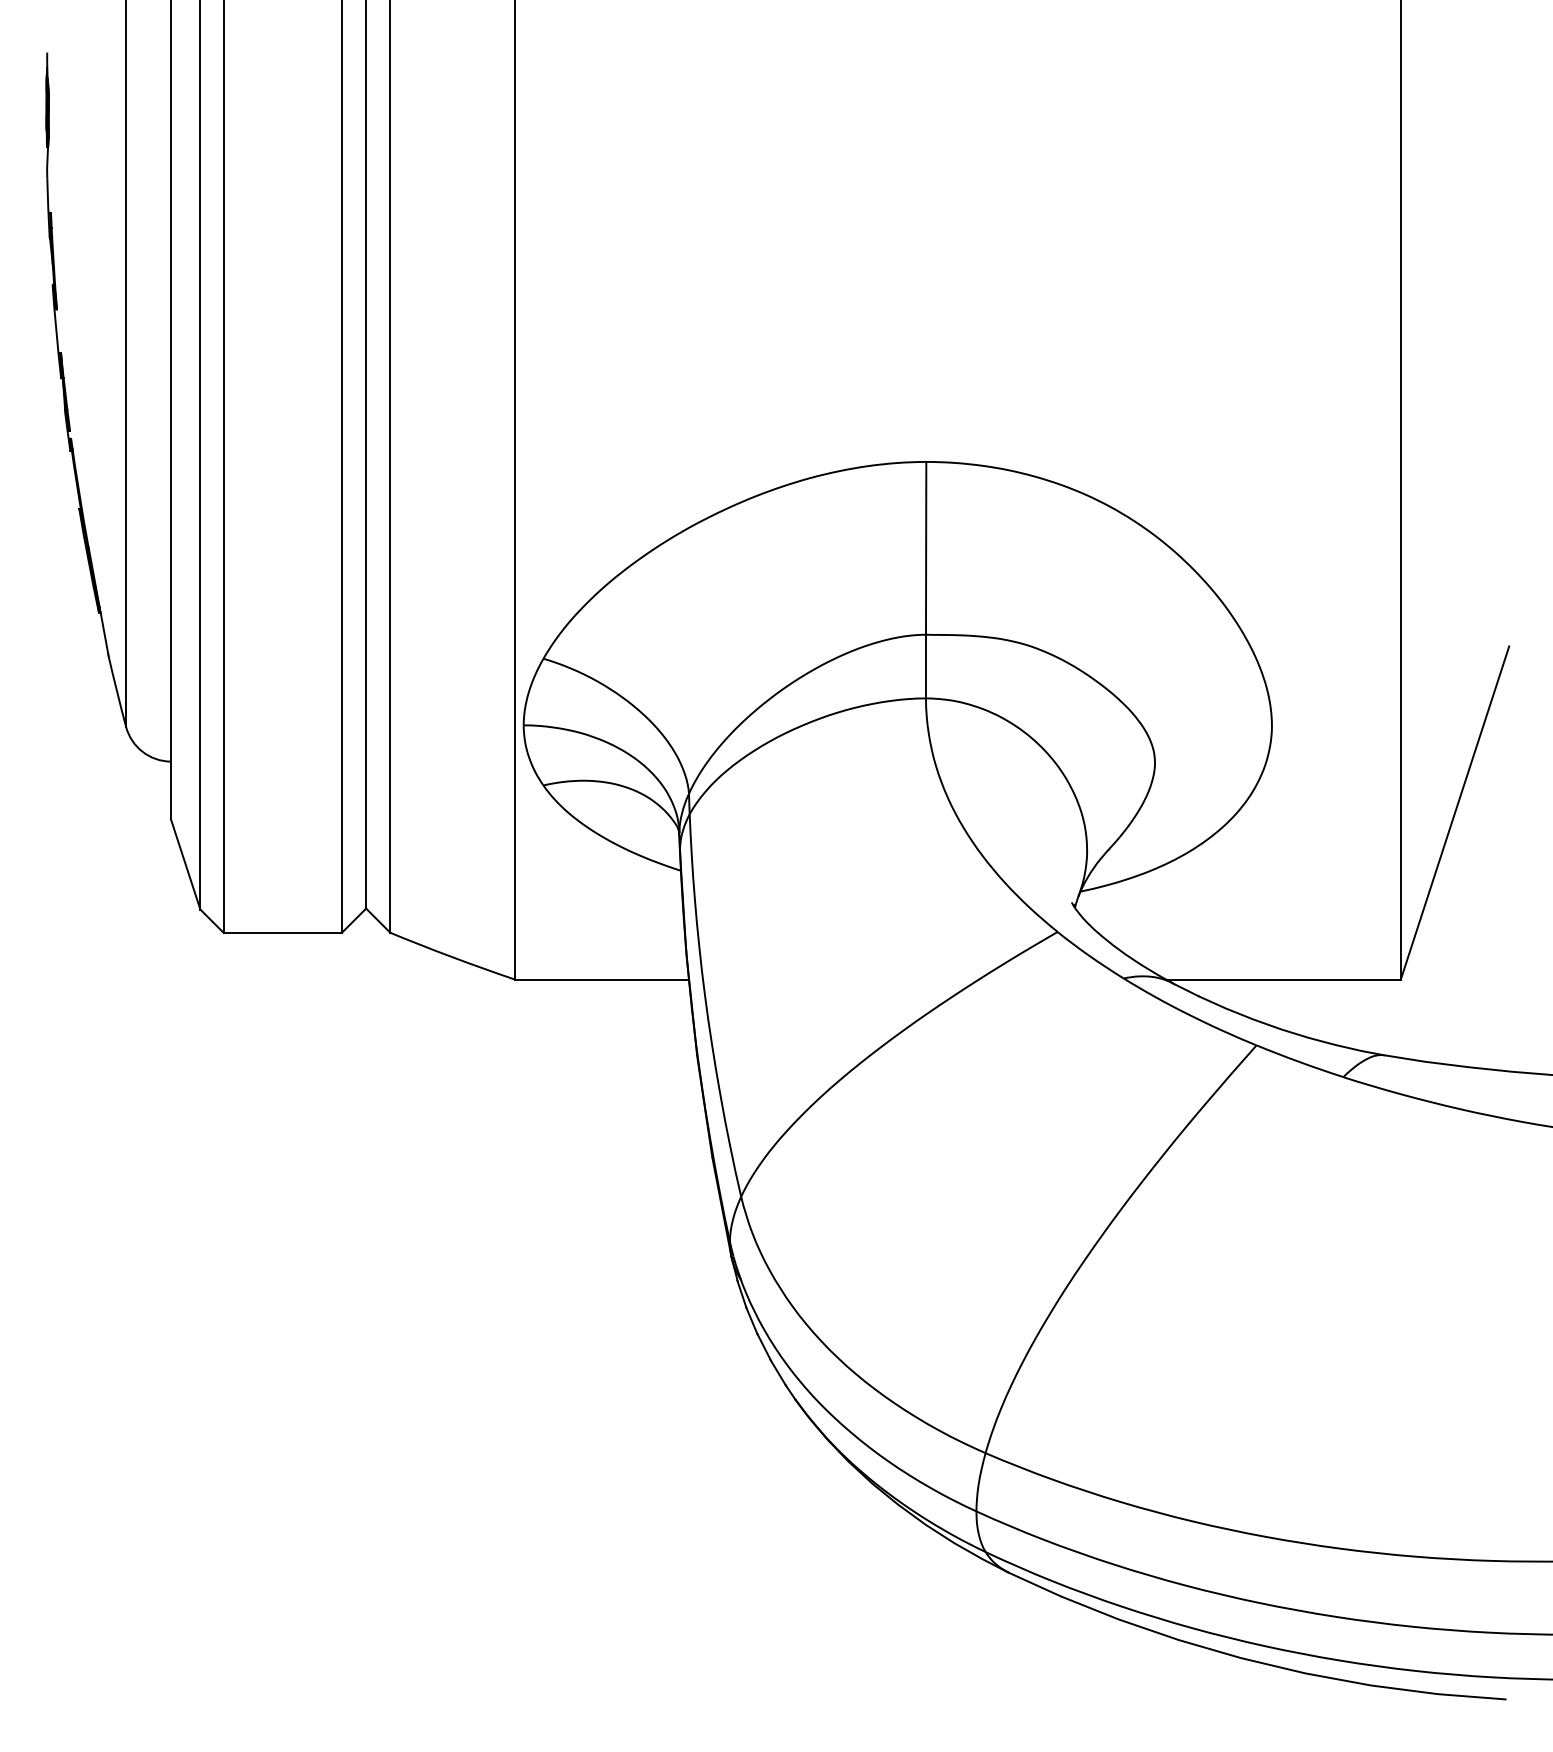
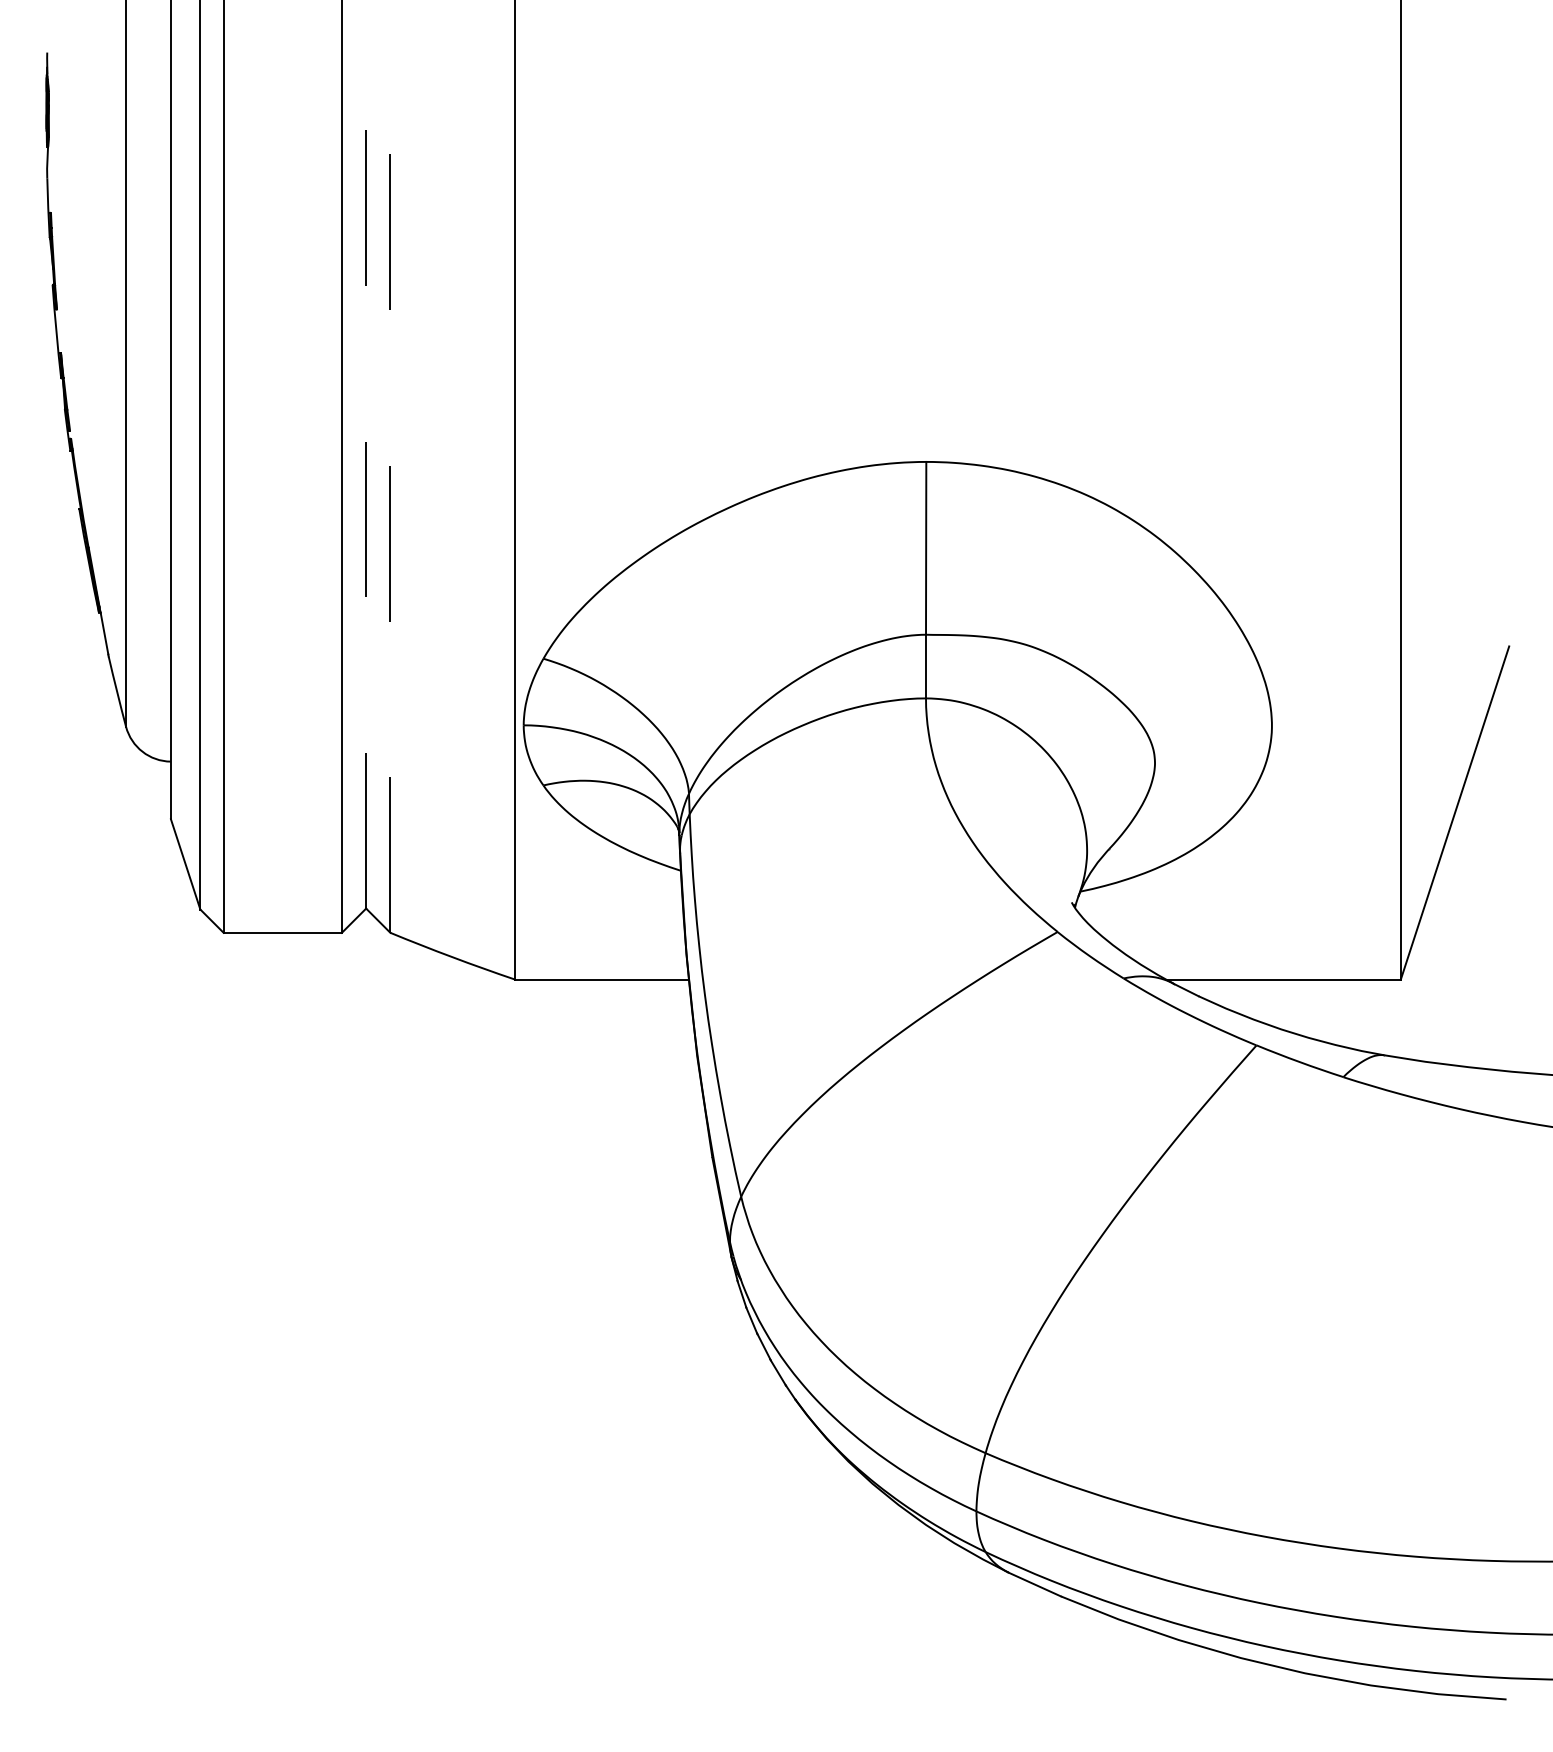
line at (366, 454): solid -> dashed
line at (390, 466): solid -> dashed
